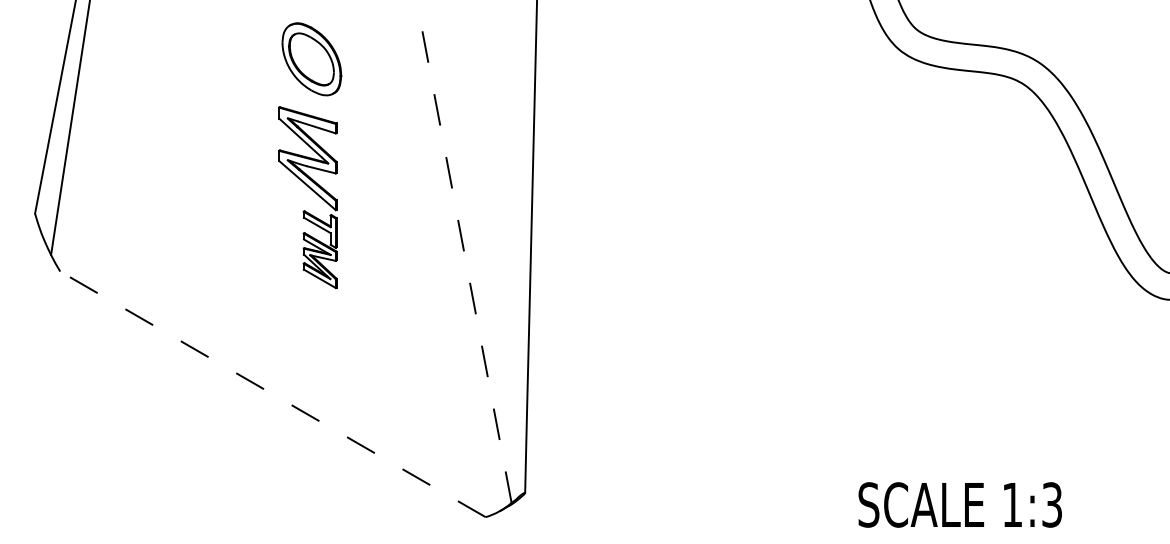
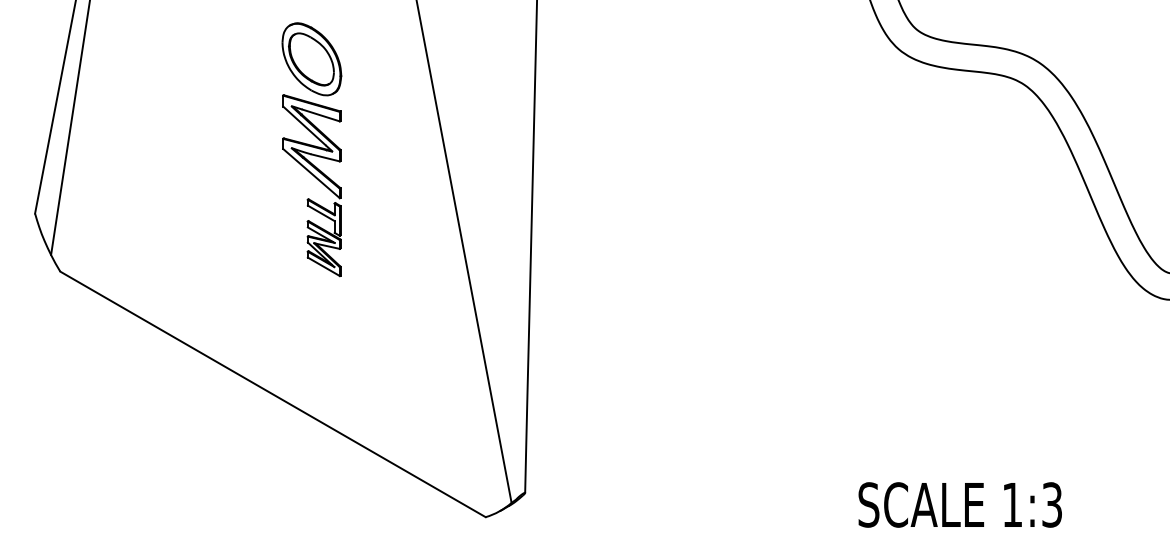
part at (312, 191) position: (312, 191) -> (316, 179)
line at (464, 251): dashed -> solid
line at (272, 394): dashed -> solid
